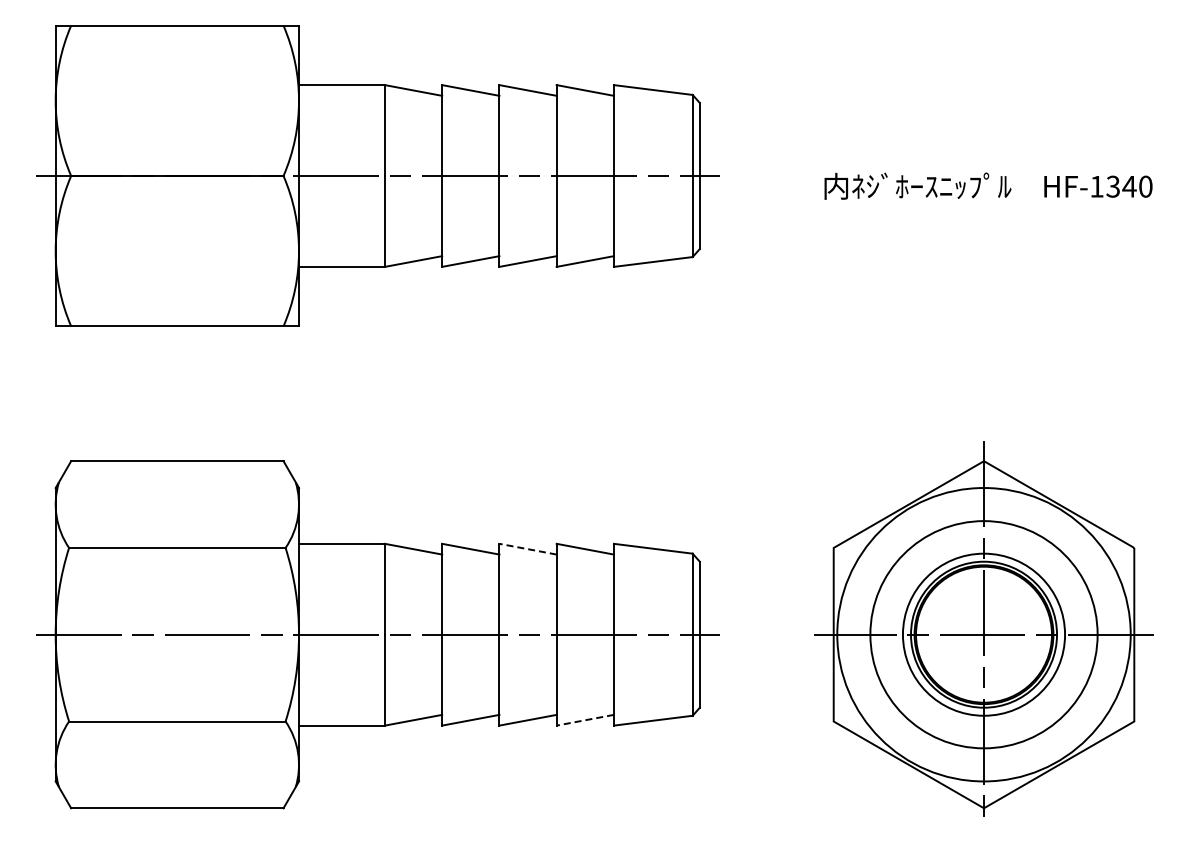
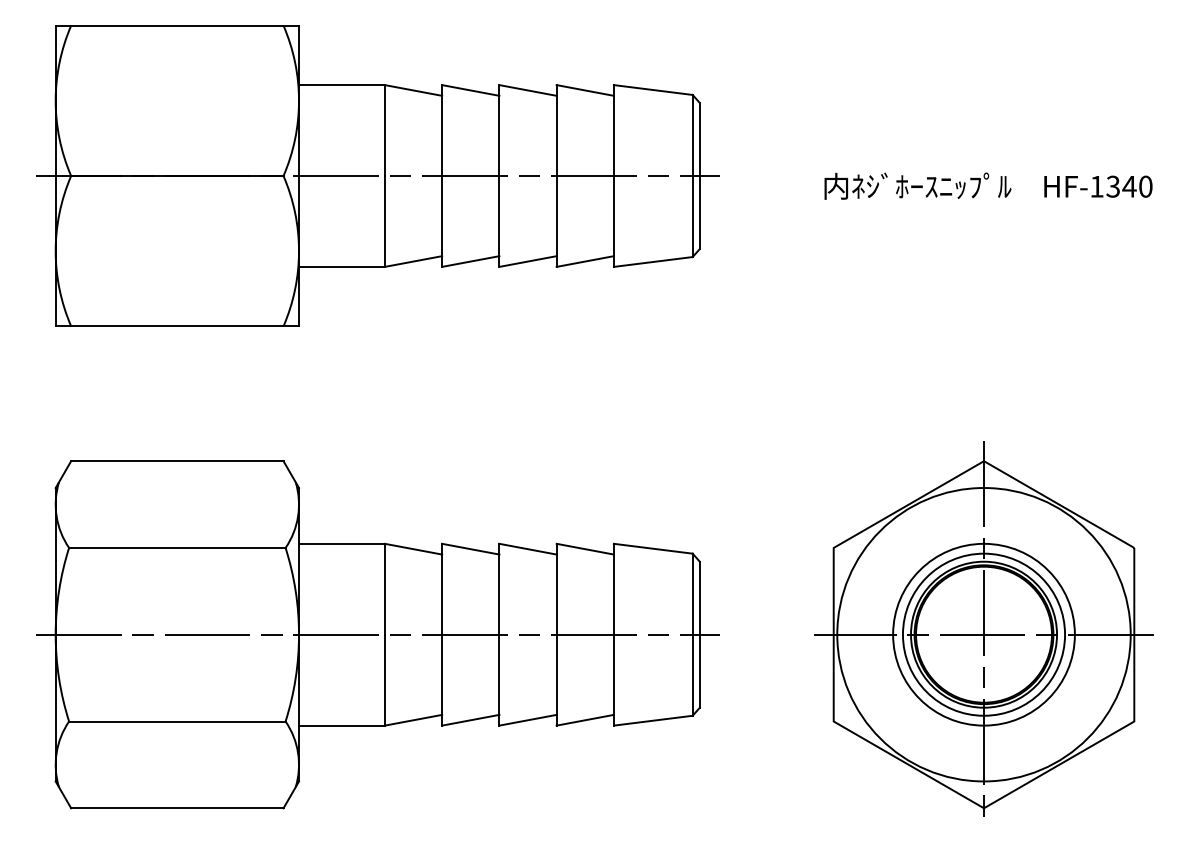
line at (527, 549): dashed -> solid
circle at (983, 634) diameter: 227 px -> 182 px
line at (584, 720): dashed -> solid
